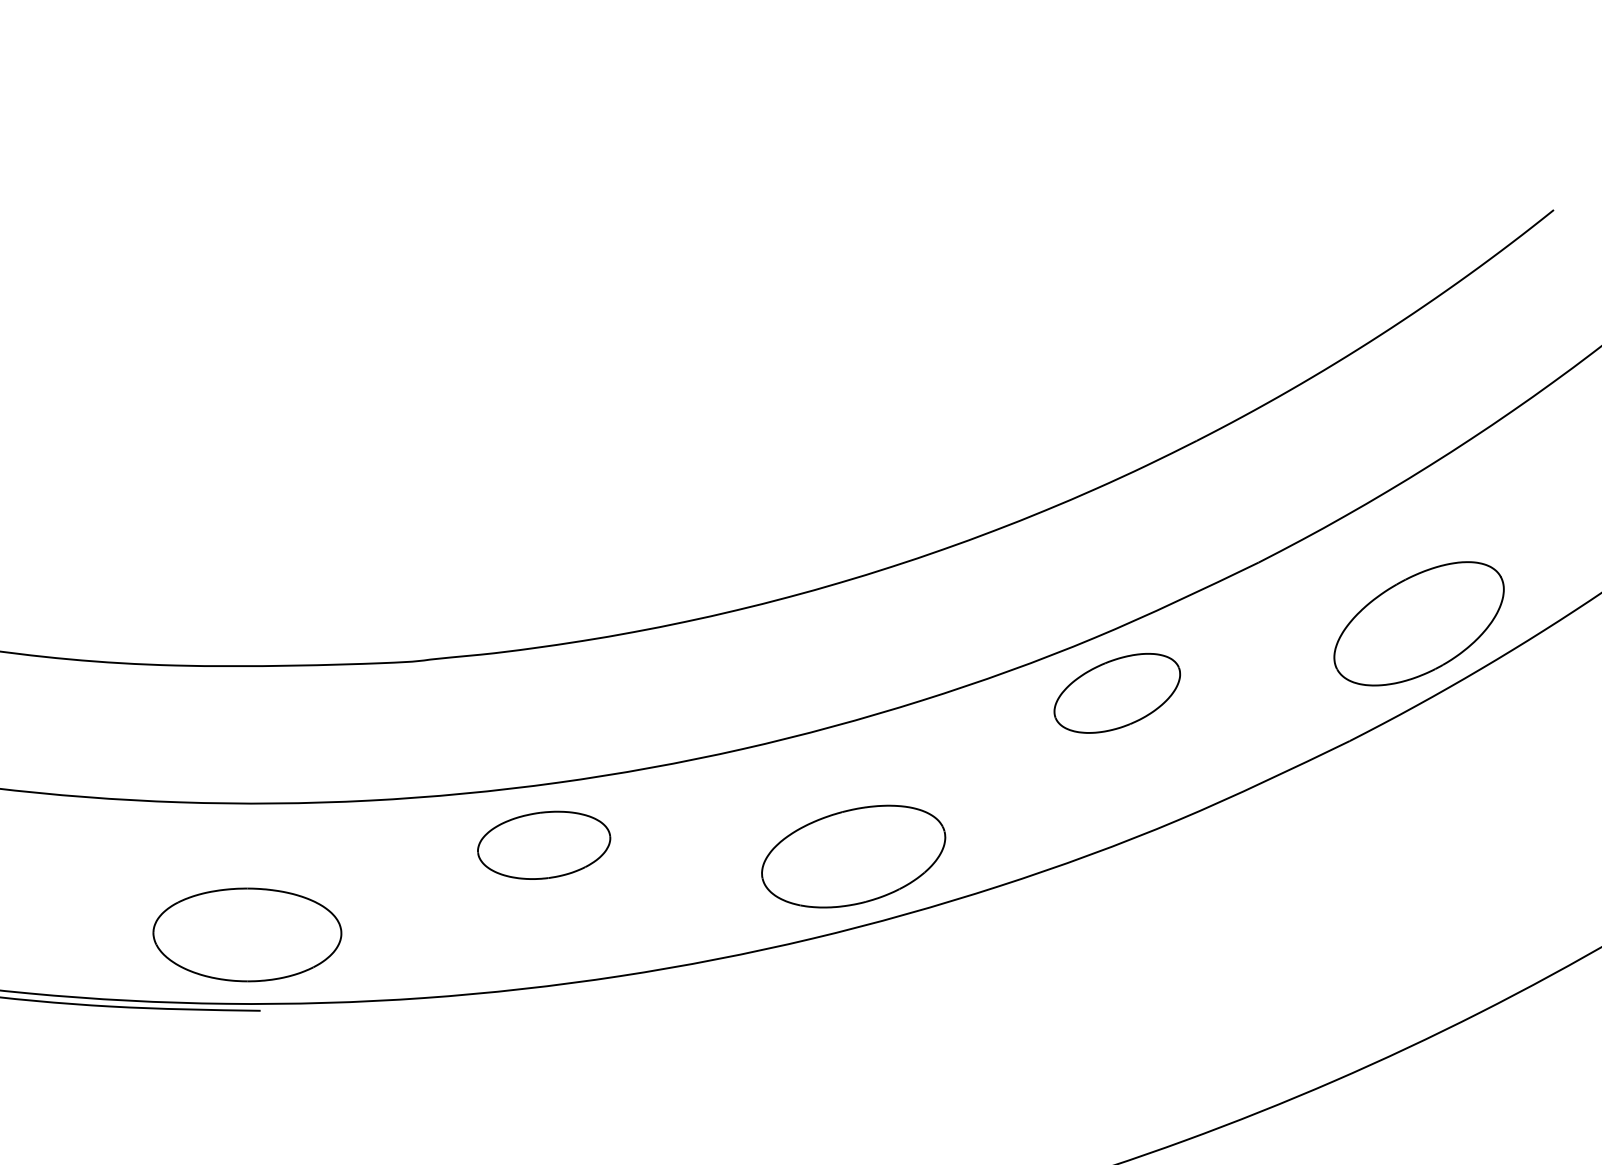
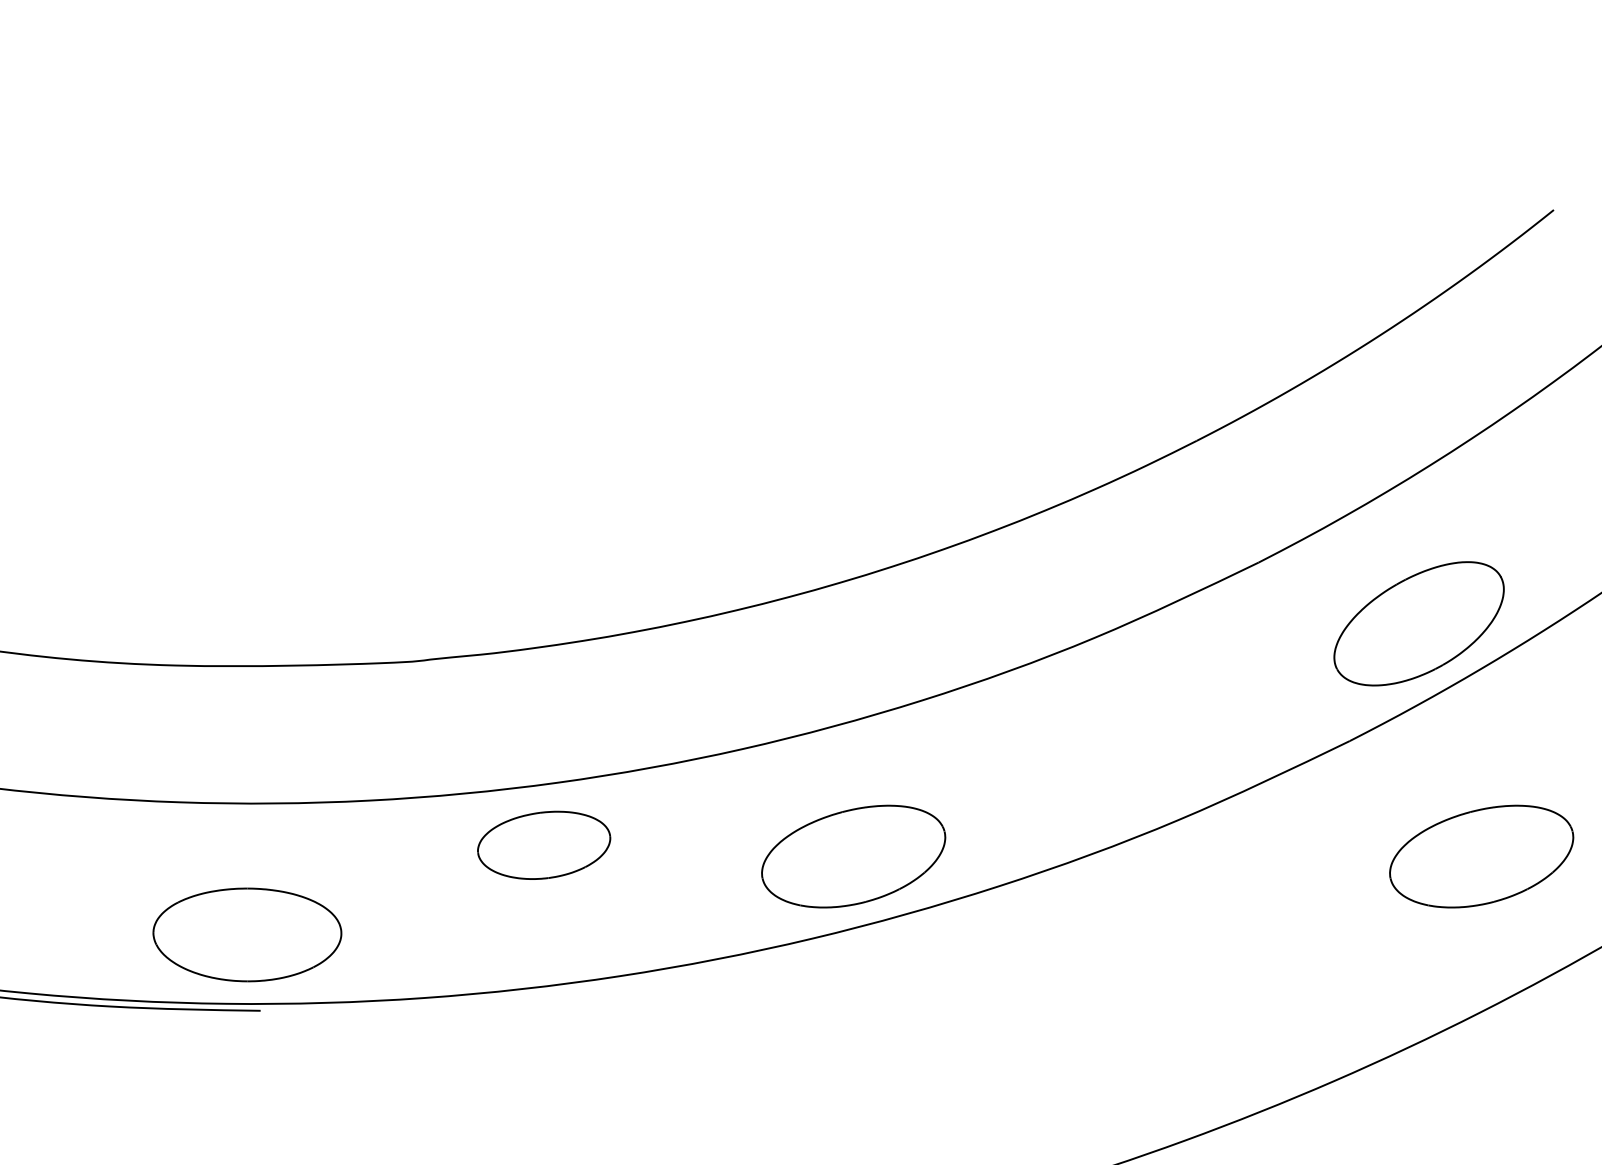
part at (1116, 693): present -> none
part at (1481, 856): none -> present
